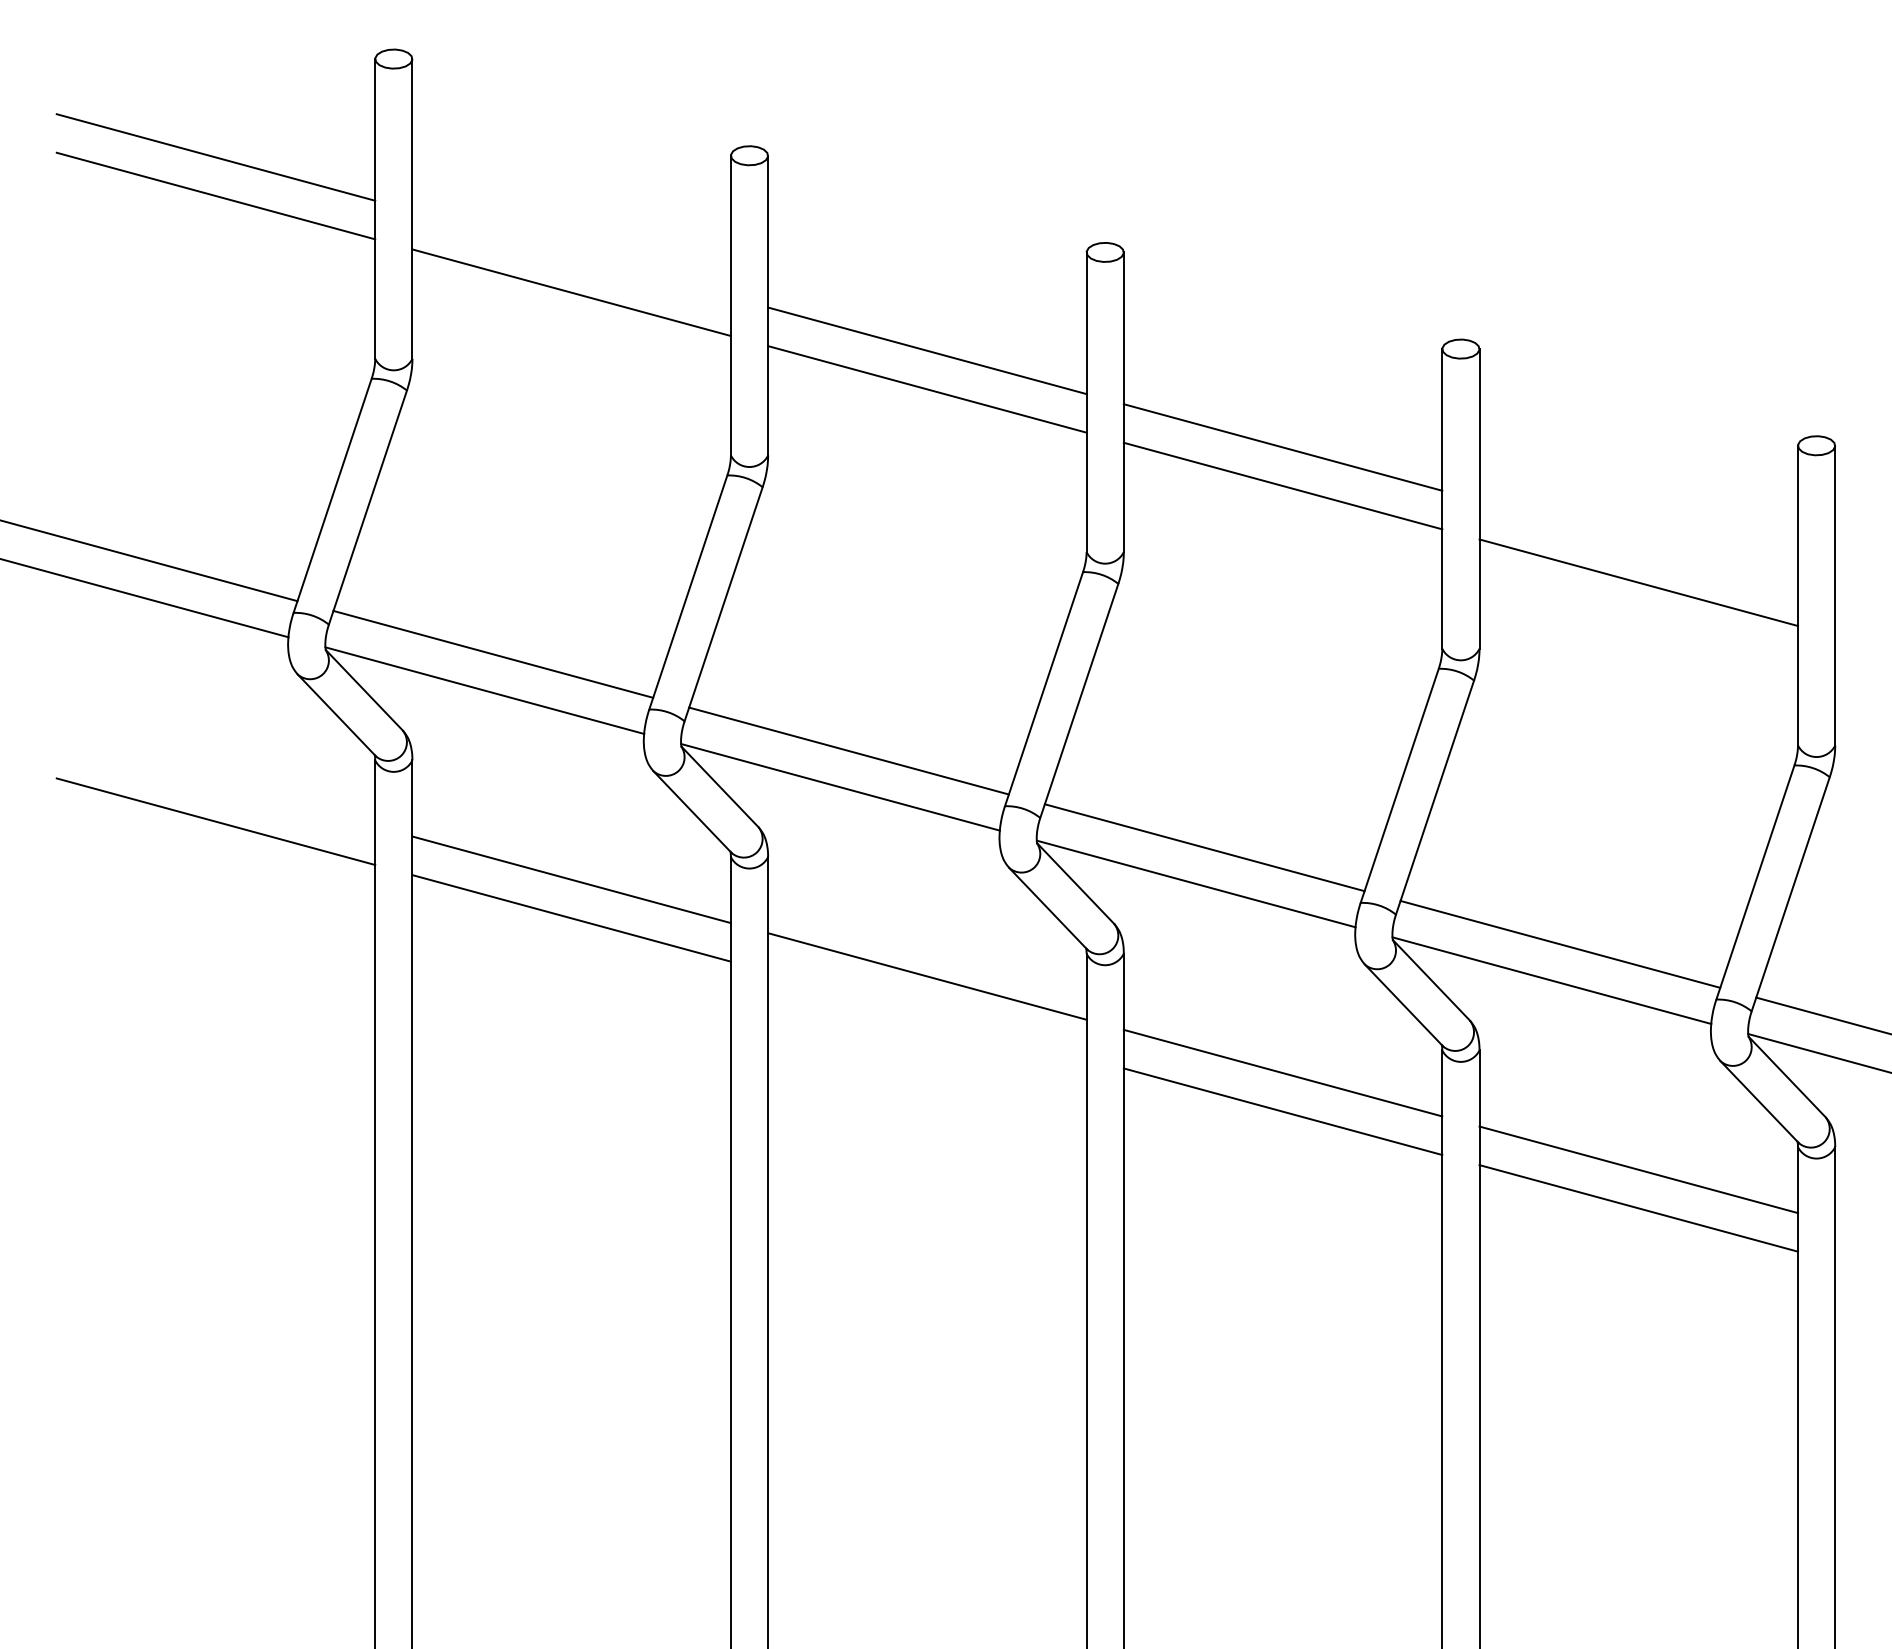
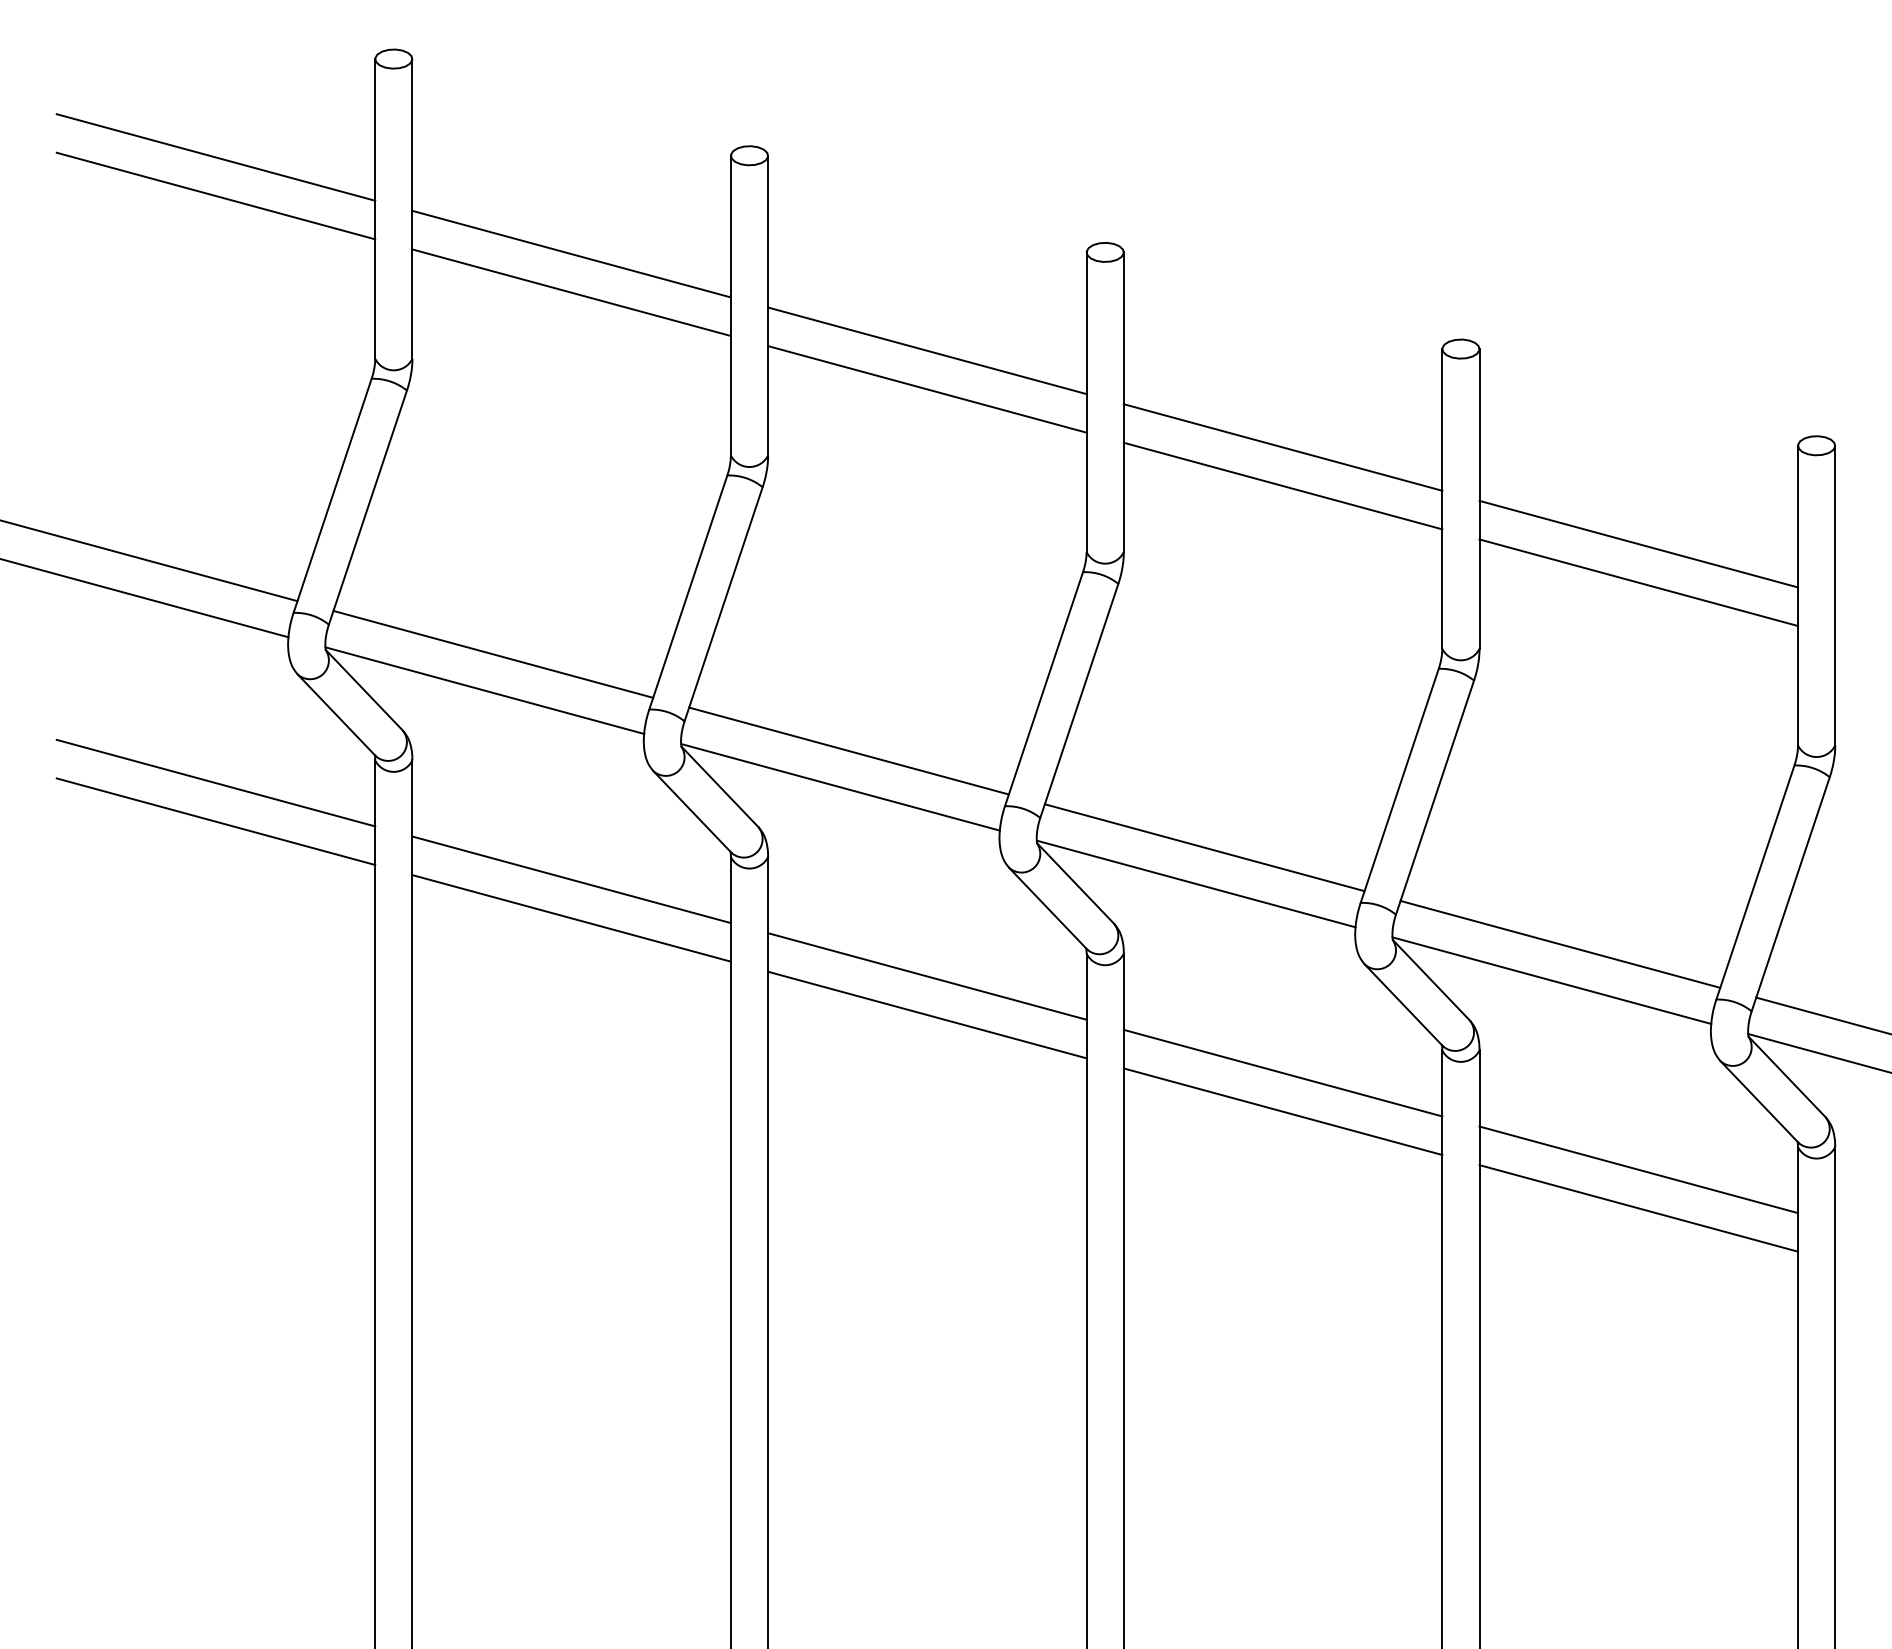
line at (571, 253): none -> present
line at (1638, 543): none -> present
line at (215, 782): none -> present
line at (927, 1014): none -> present
